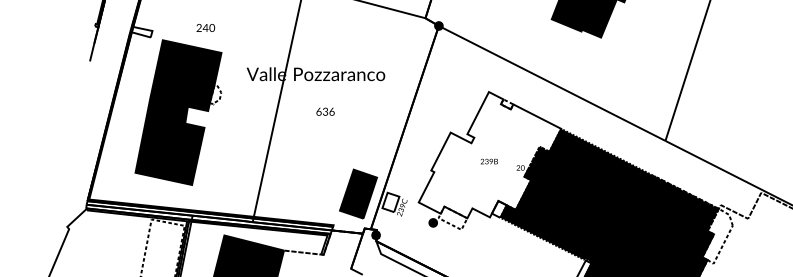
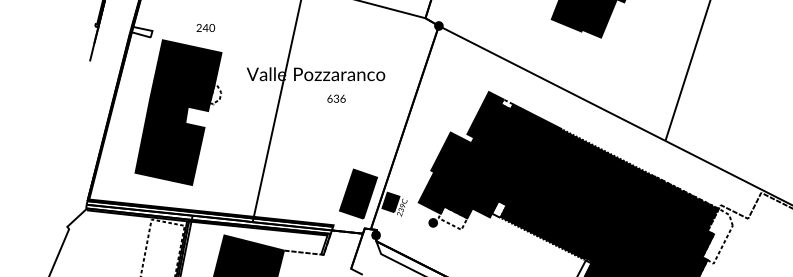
text at (325, 111) position: (325, 111) -> (336, 98)
fill at (489, 155): none -> present
fill at (390, 202): none -> present
